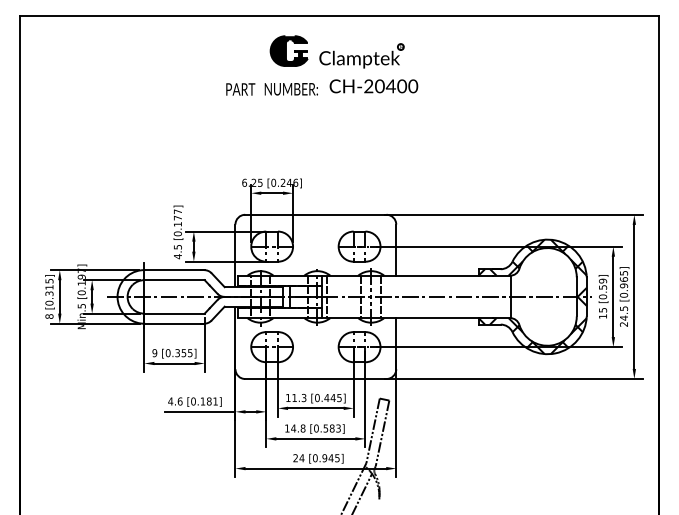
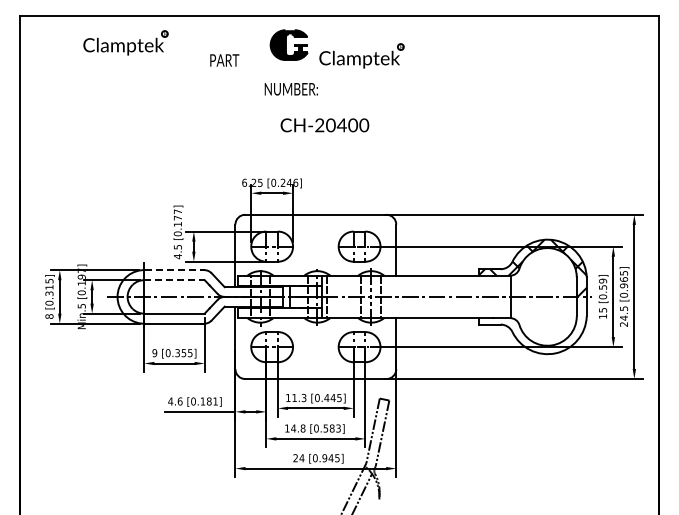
part at (125, 42): none -> present
part at (288, 50) position: (288, 50) -> (288, 44)
text at (373, 86) position: (373, 86) -> (324, 125)
text at (240, 89) position: (240, 89) -> (224, 60)
line at (175, 270): solid -> dashed
line at (175, 280): solid -> dashed
hatch at (532, 325): present -> none
